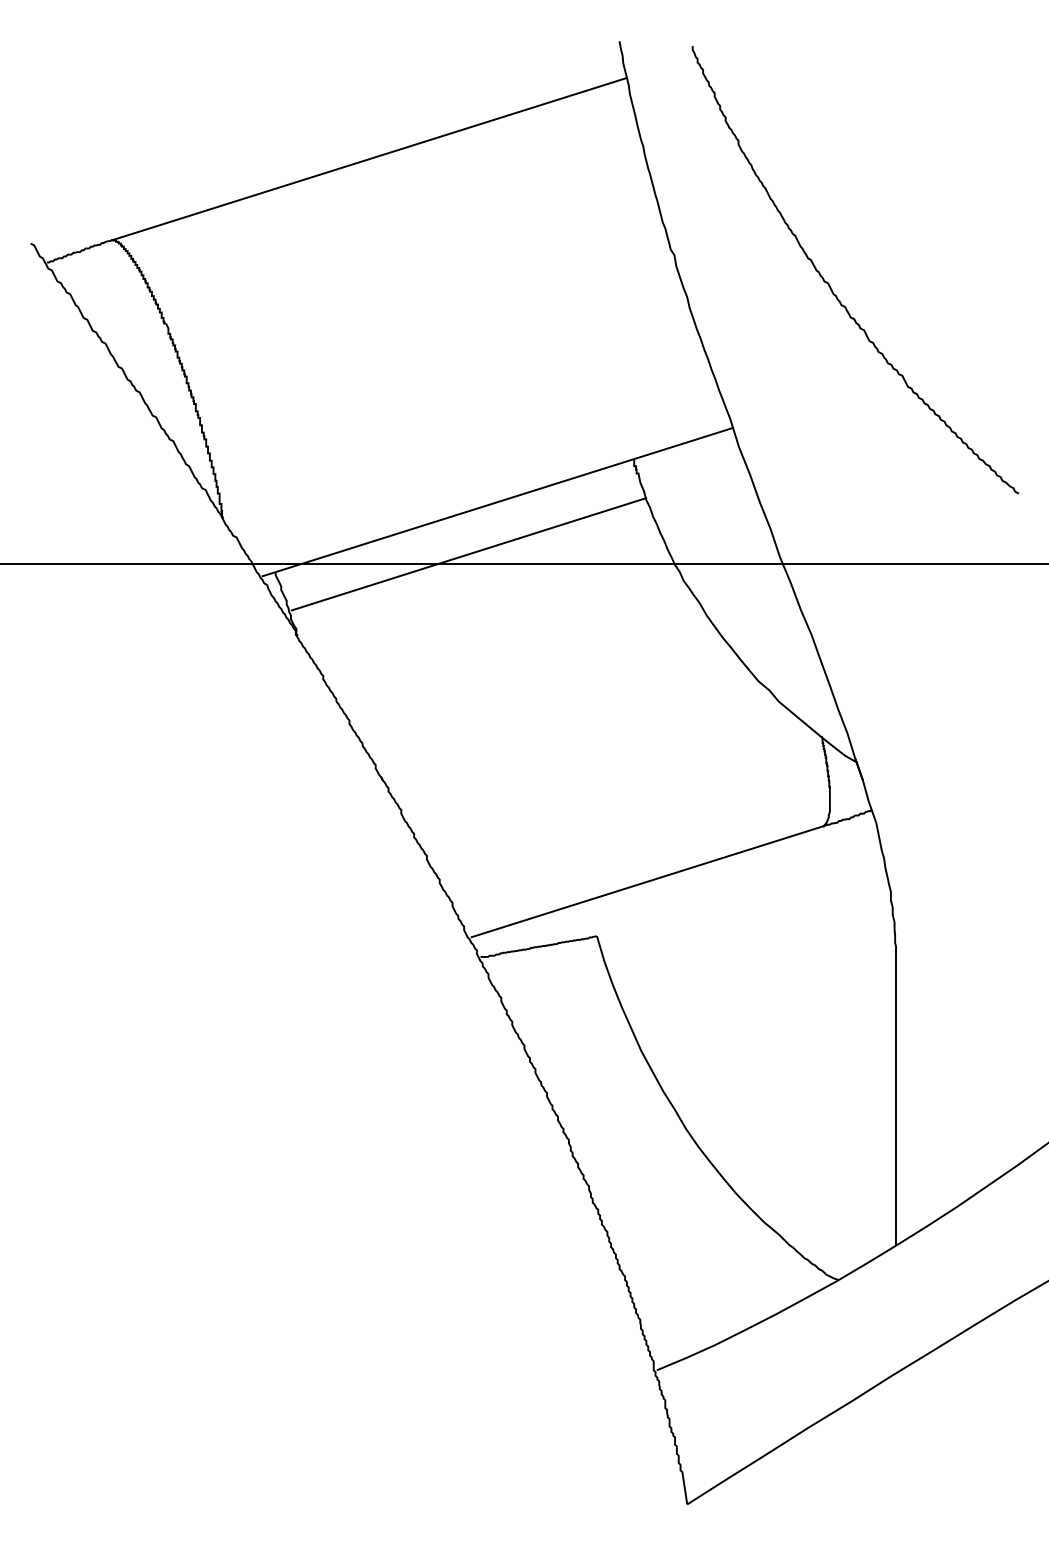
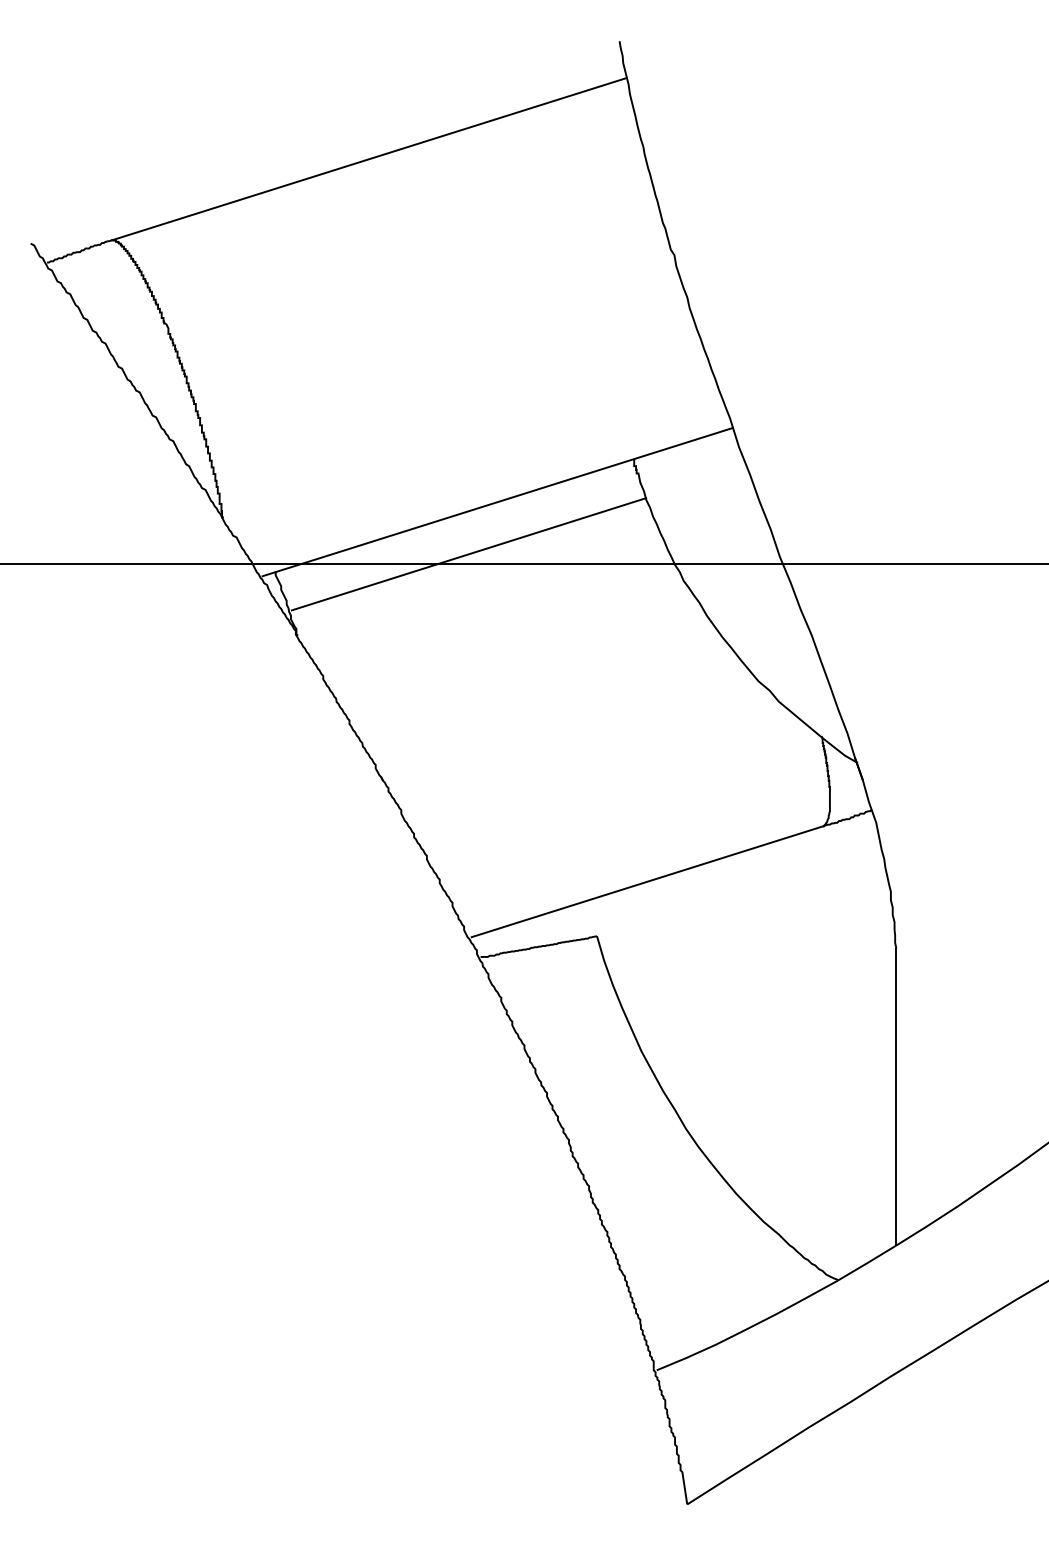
curve at (829, 283): present -> none
